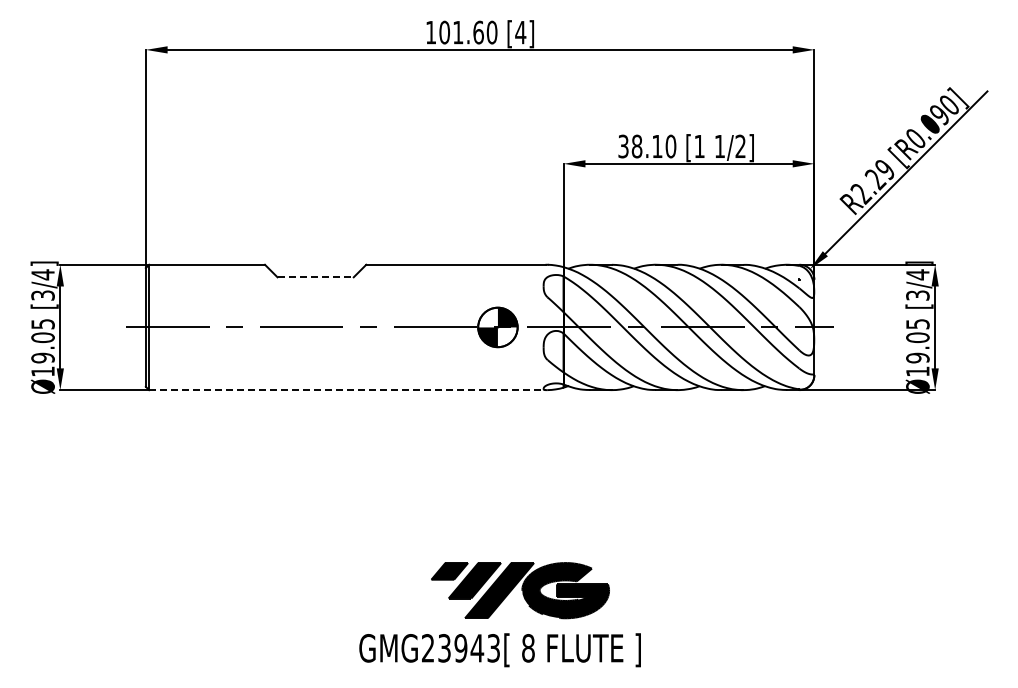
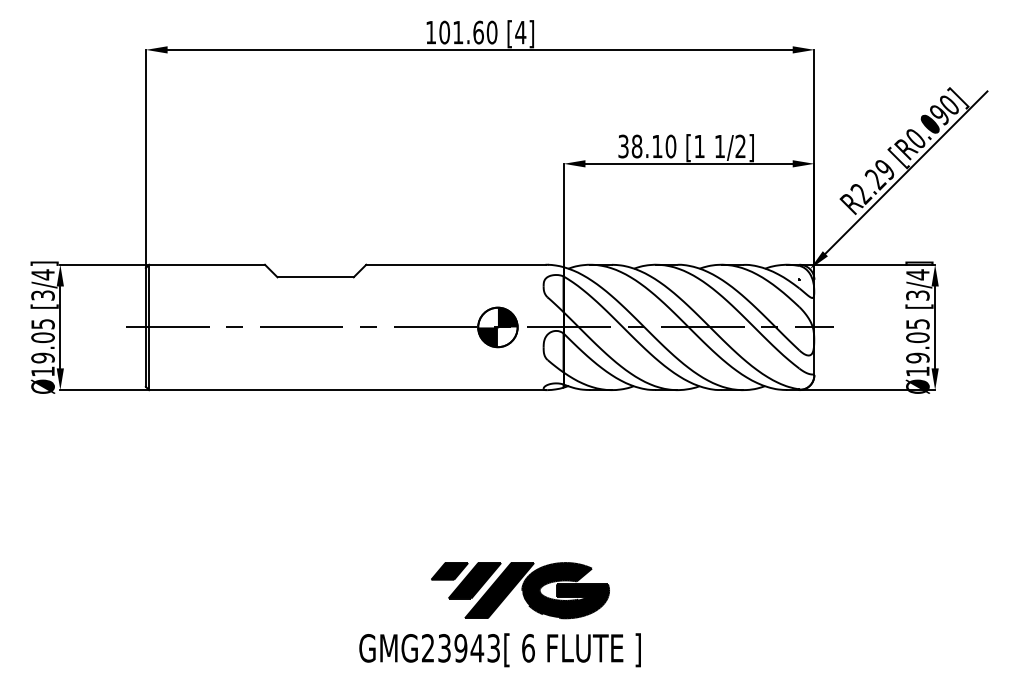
line at (316, 277): dashed -> solid
line at (347, 390): dashed -> solid
text at (528, 648): 8 -> 6
